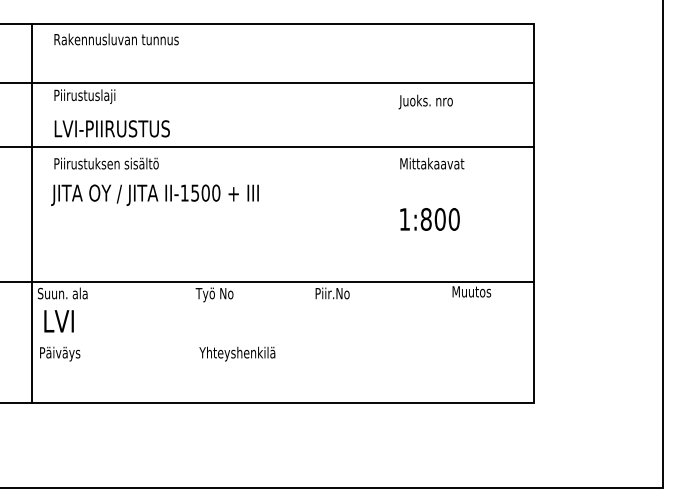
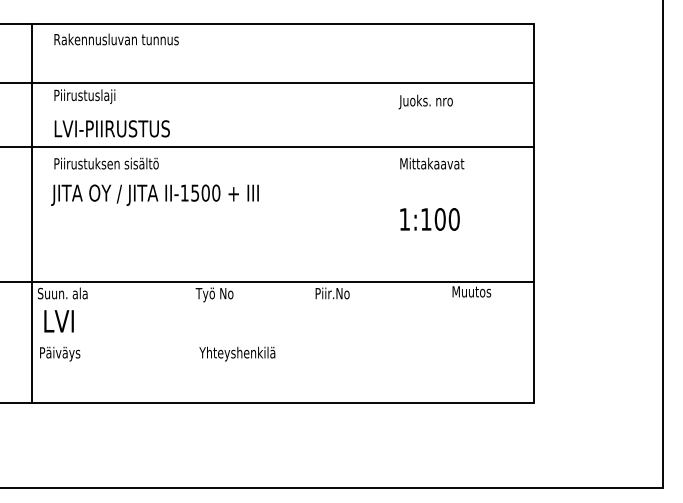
text at (425, 219): 1:800 -> 1:100
